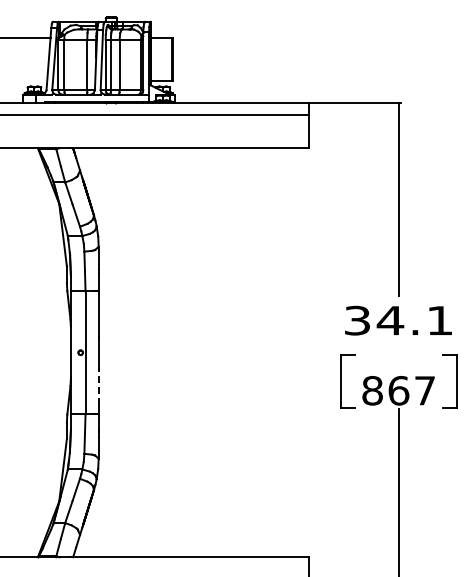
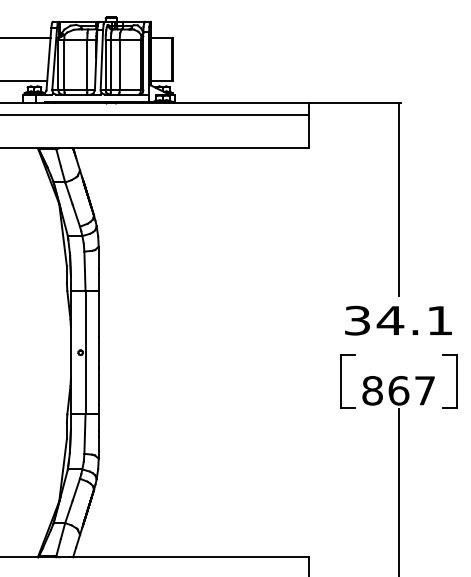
line at (24, 81): none -> present
line at (98, 386): dashed -> solid
